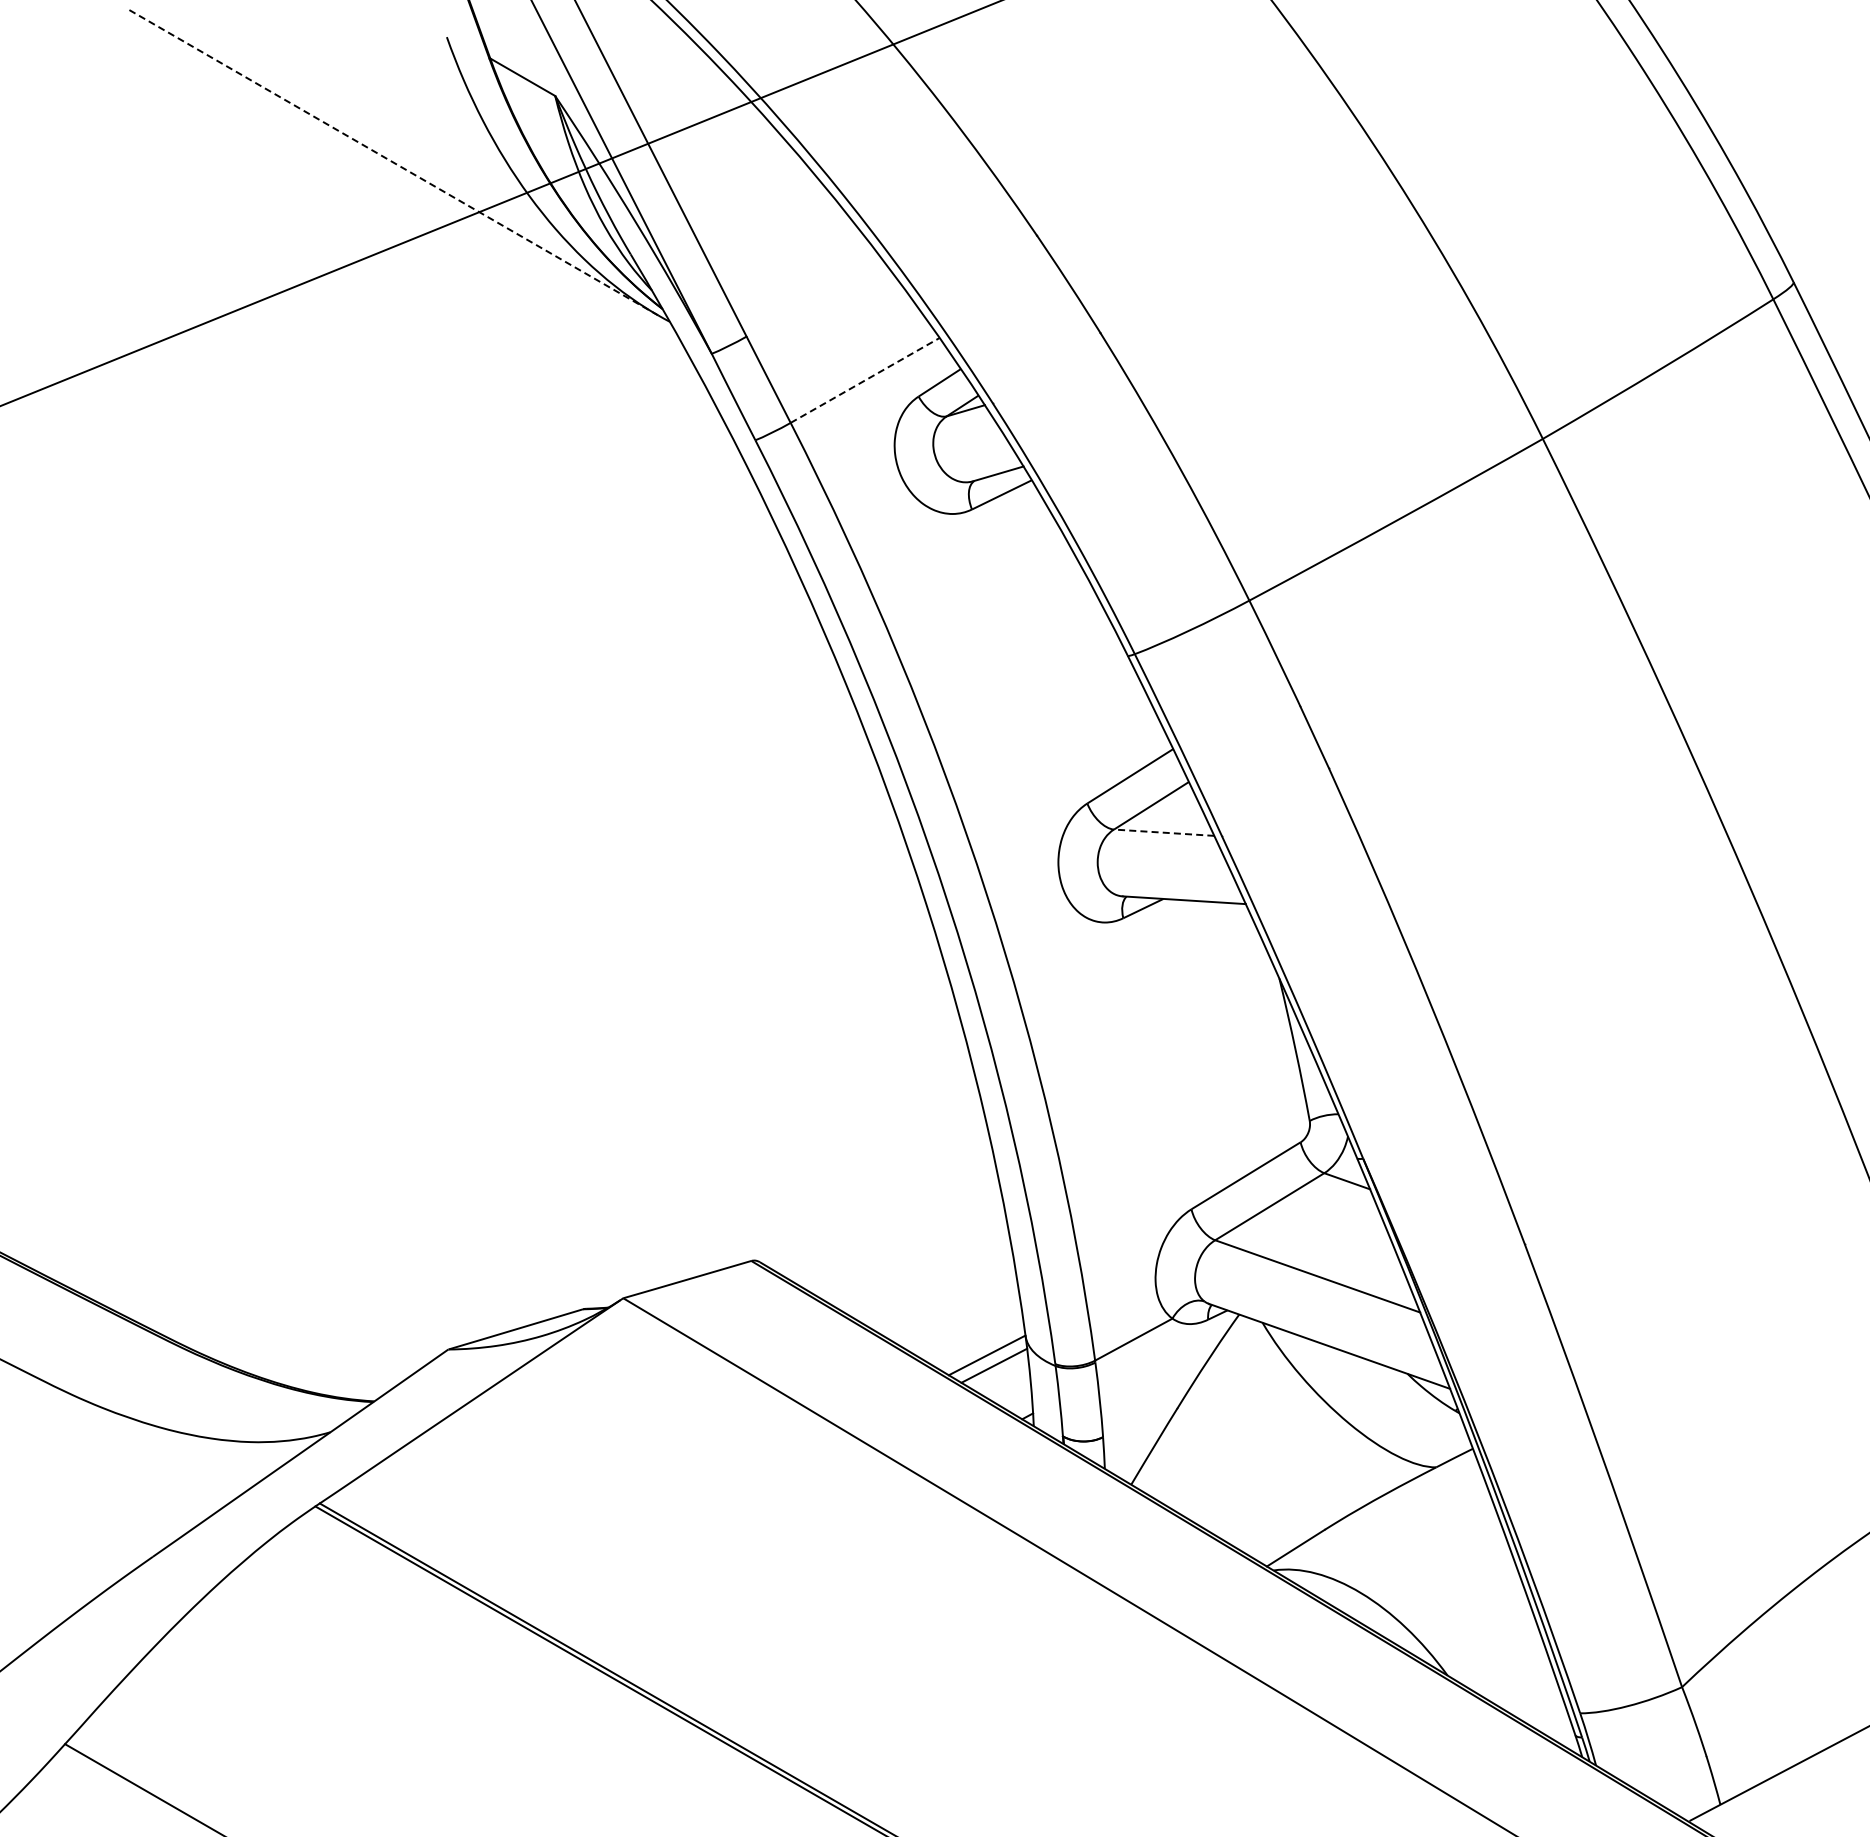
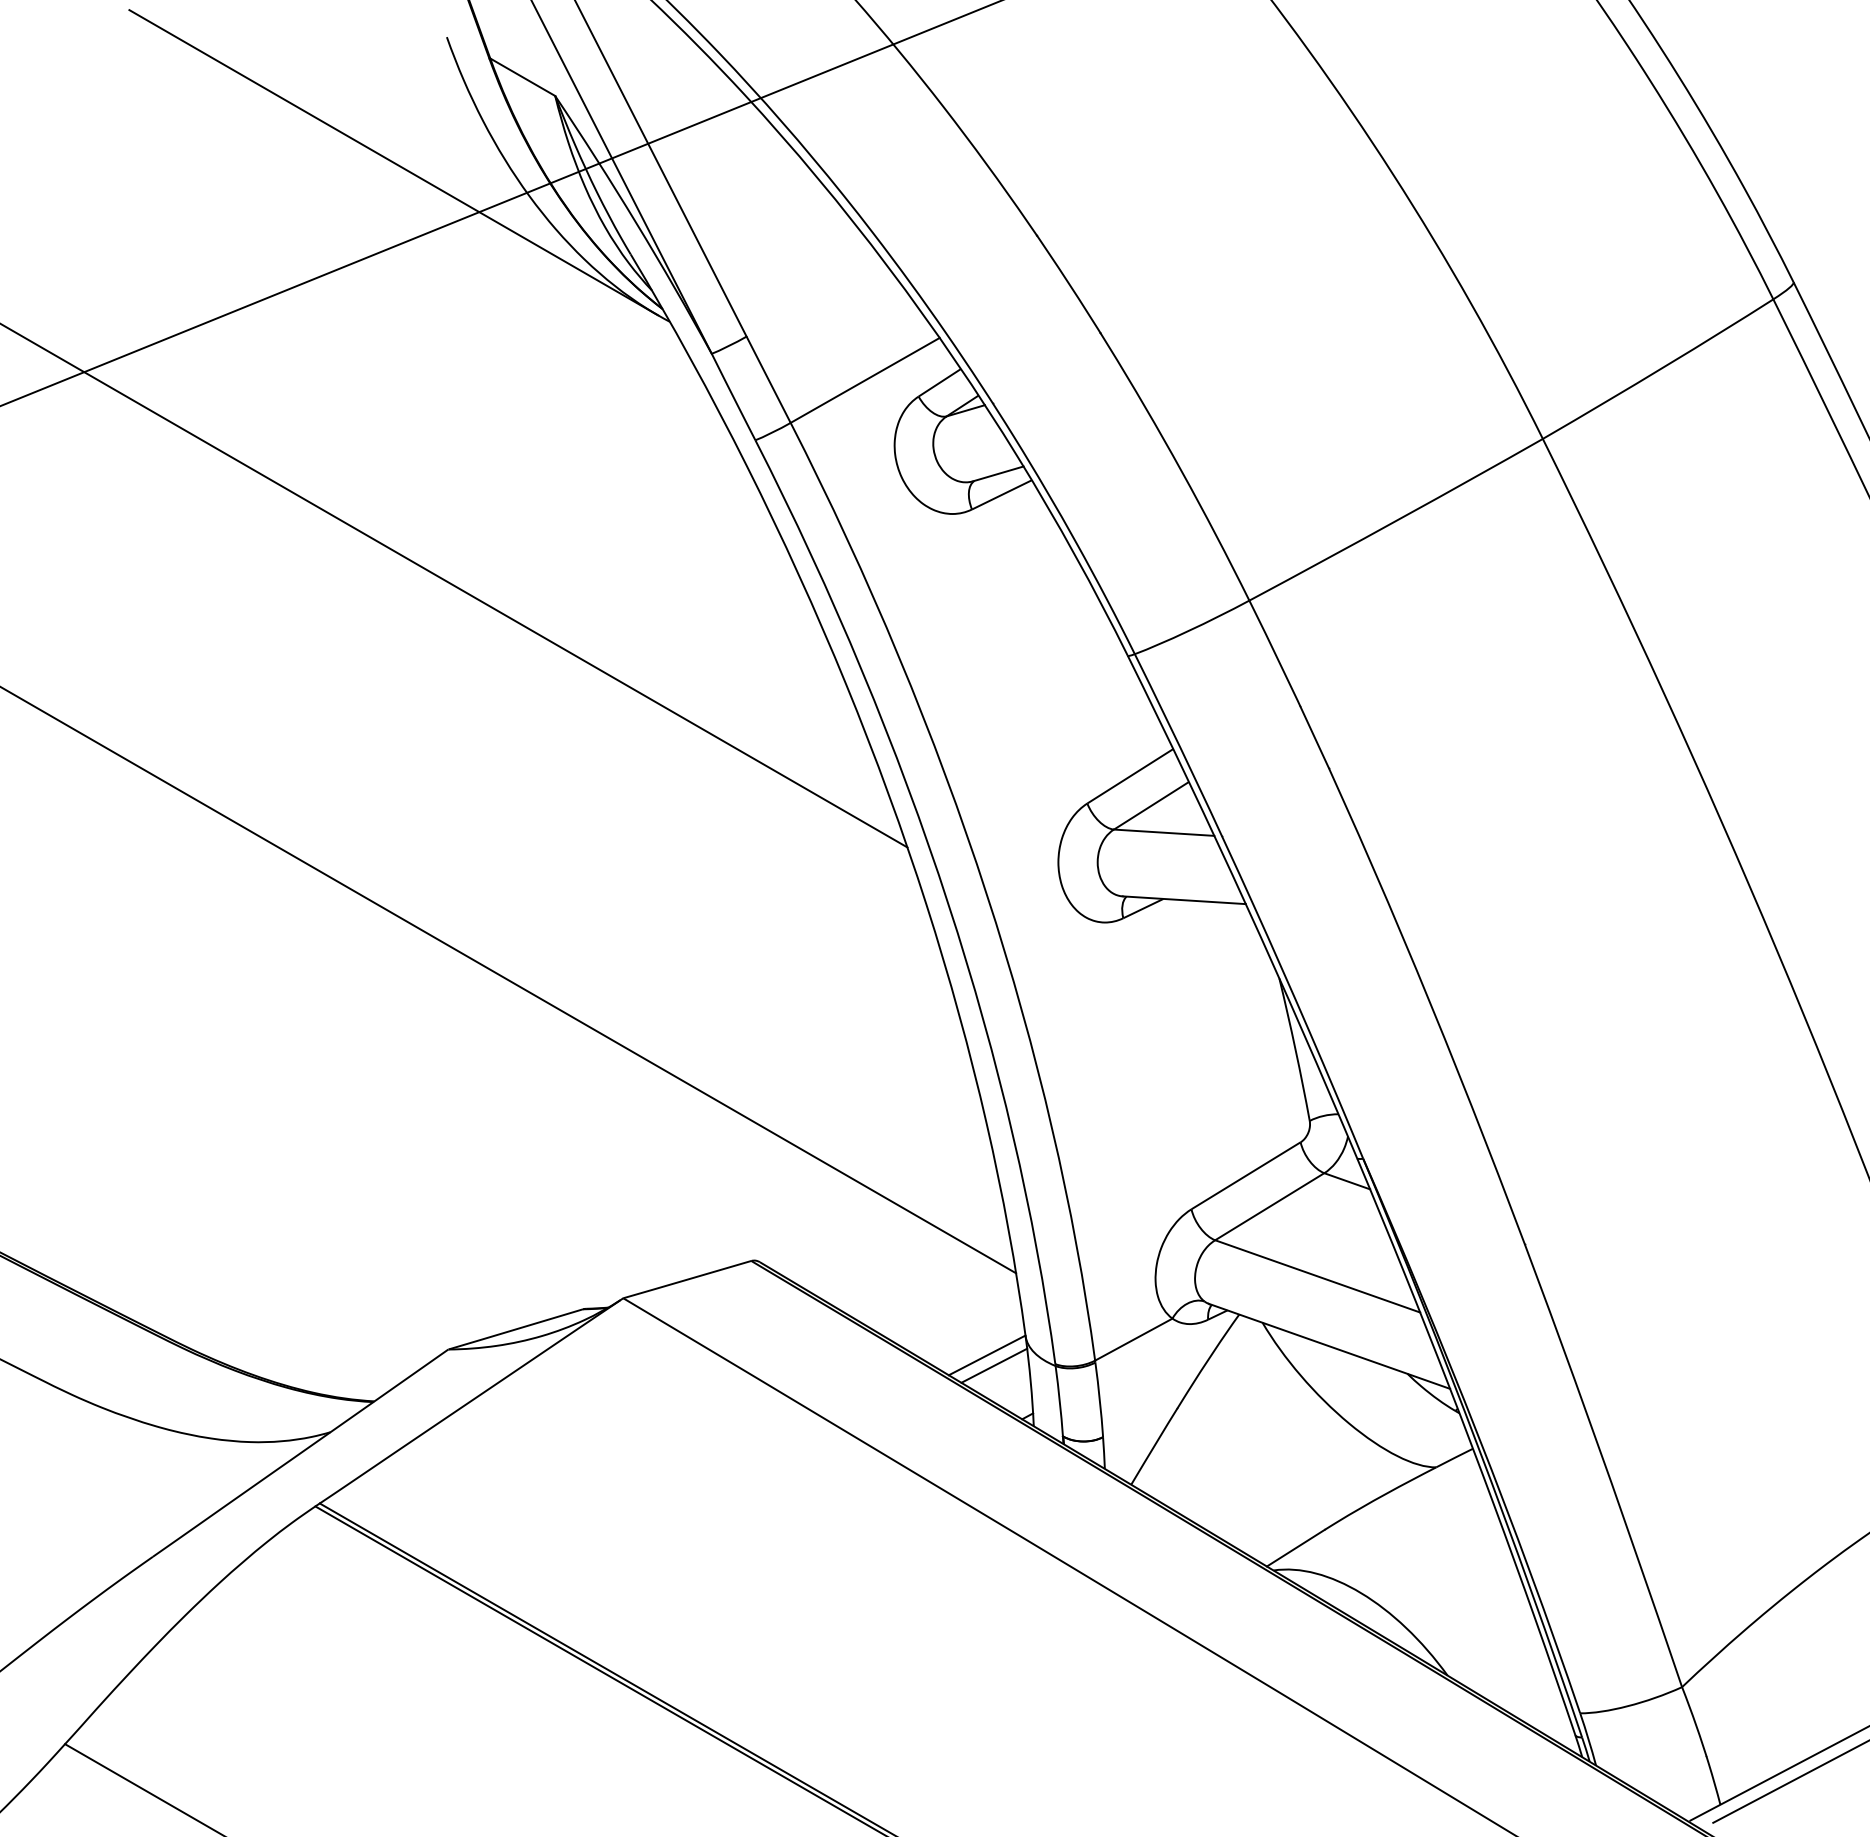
line at (394, 162): dashed -> solid
line at (865, 380): dashed -> solid
line at (454, 585): none -> present
line at (1163, 832): dashed -> solid
line at (509, 980): none -> present
line at (1789, 1782): none -> present
